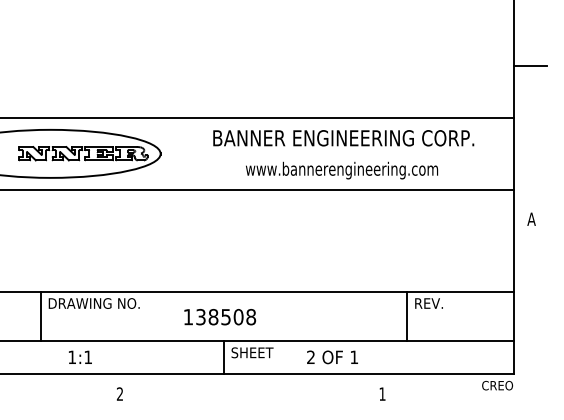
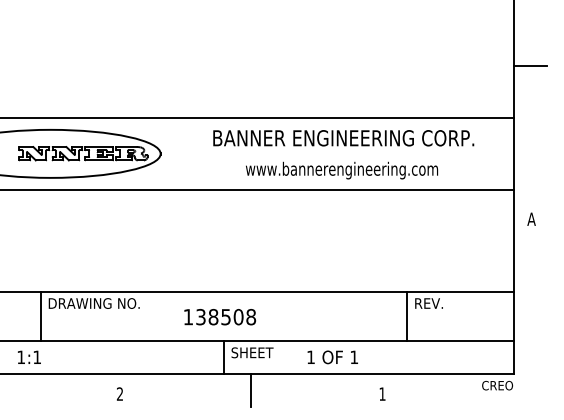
text at (80, 356) position: (80, 356) -> (29, 356)
text at (310, 356): 2 -> 1
line at (251, 390): none -> present
